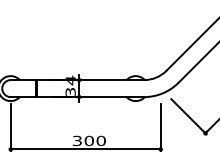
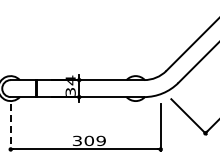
line at (10, 127): solid -> dashed
text at (100, 141): 300 -> 309
